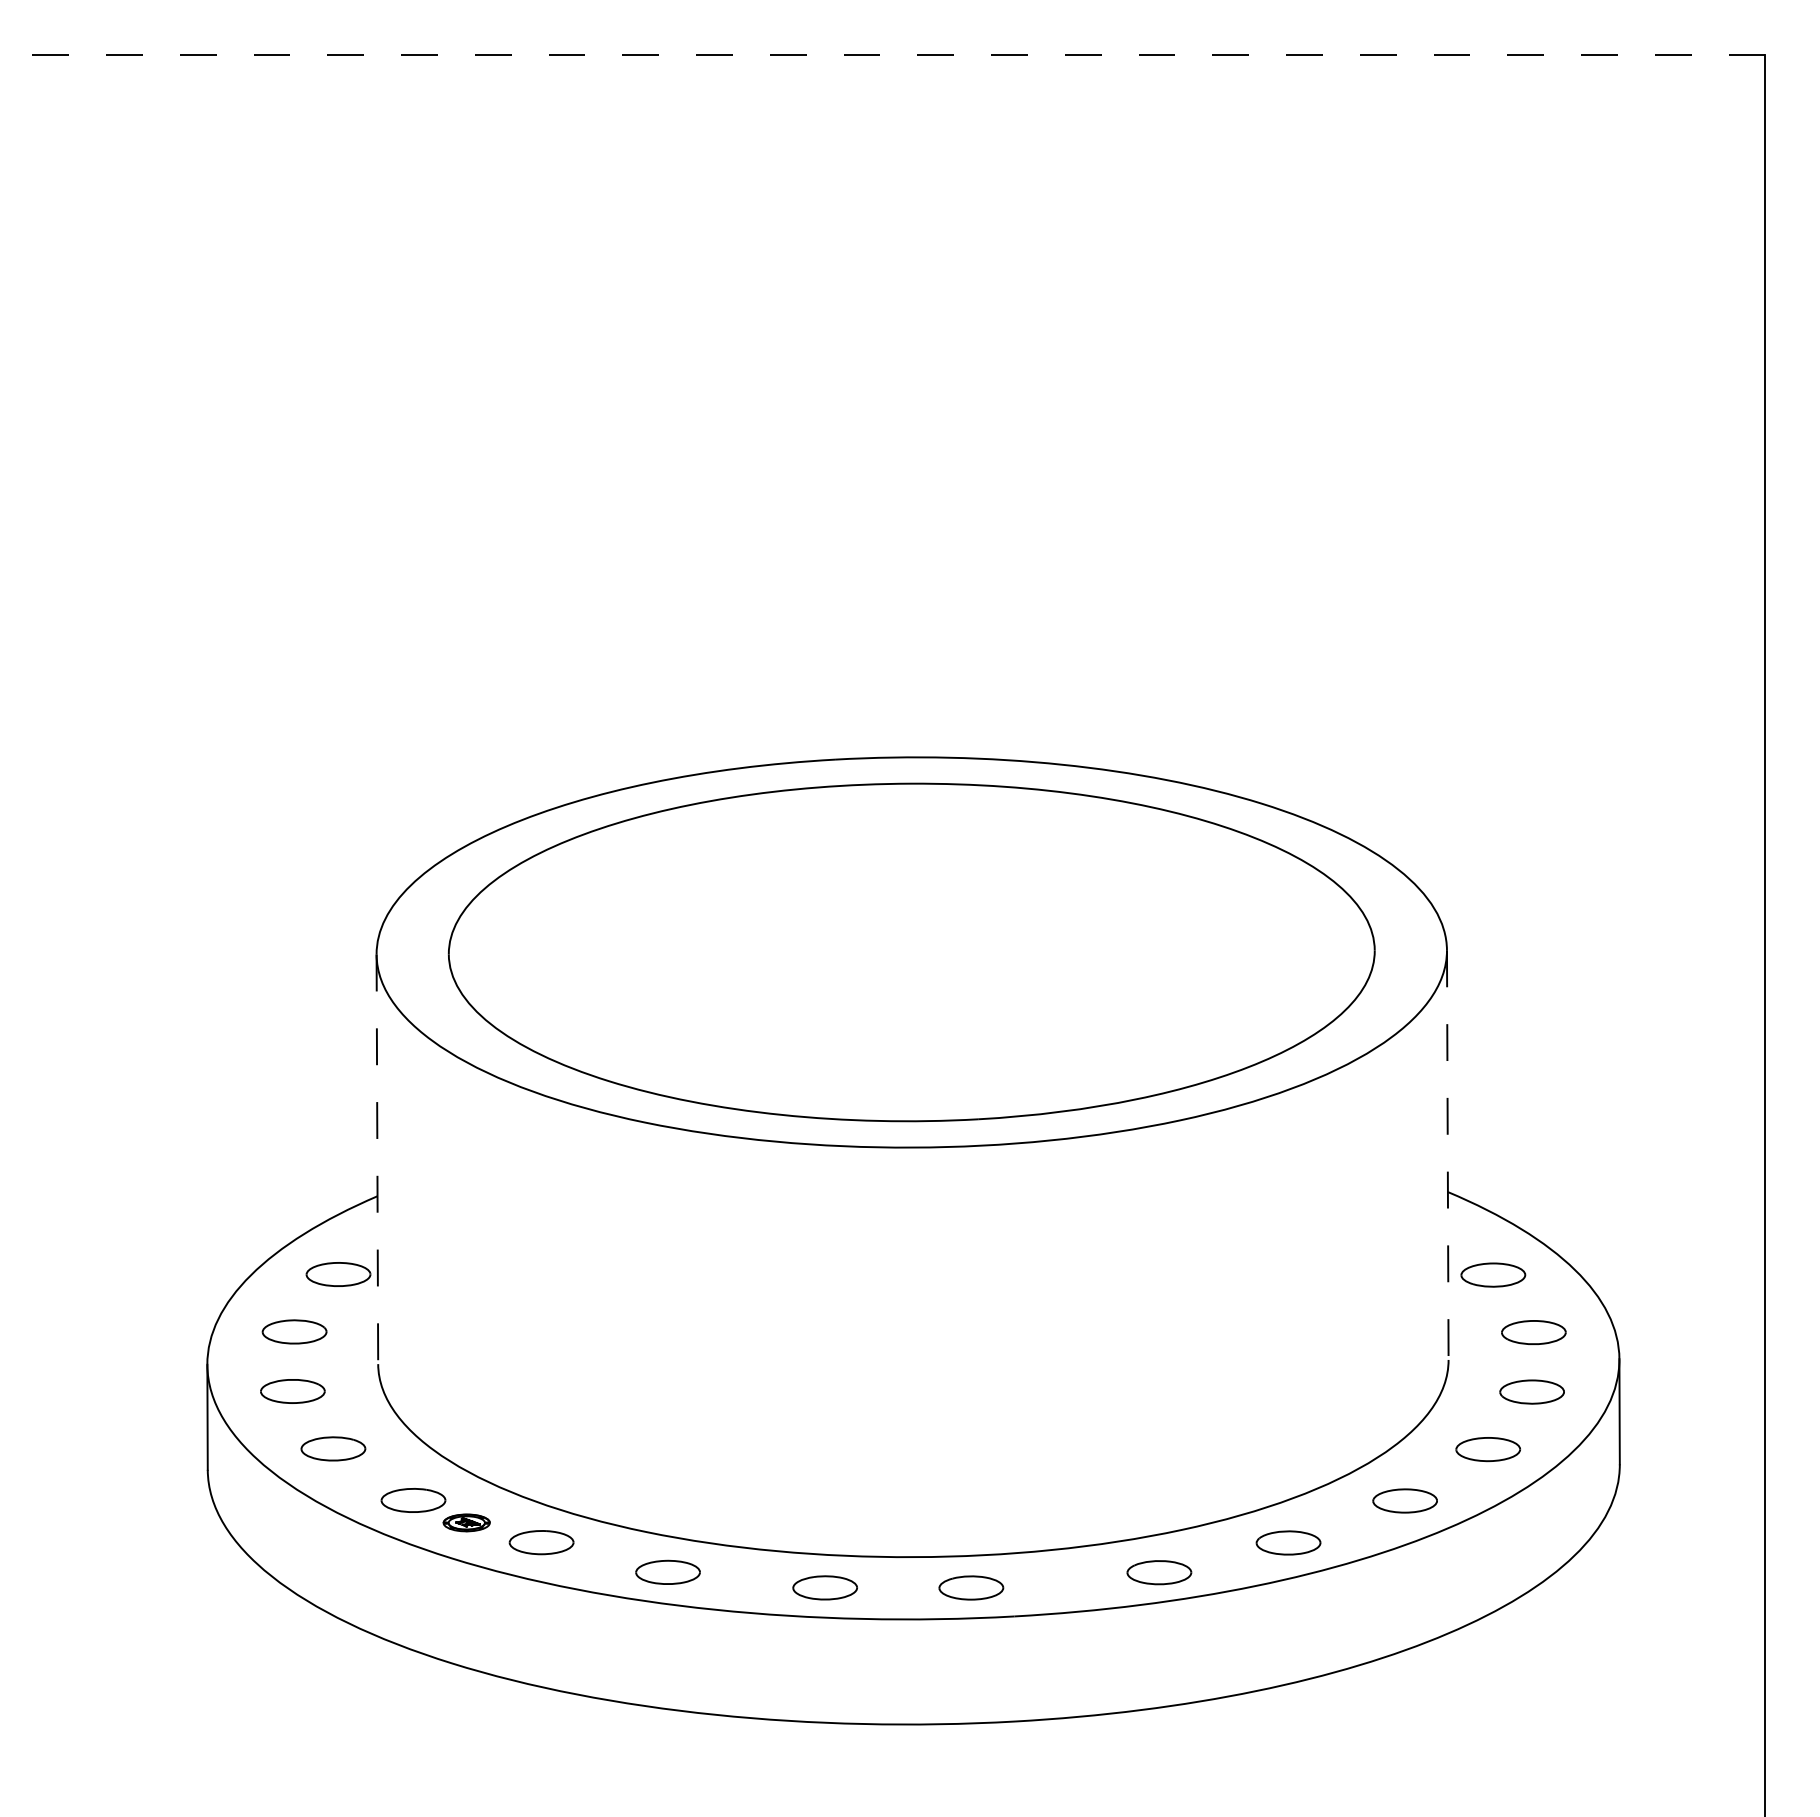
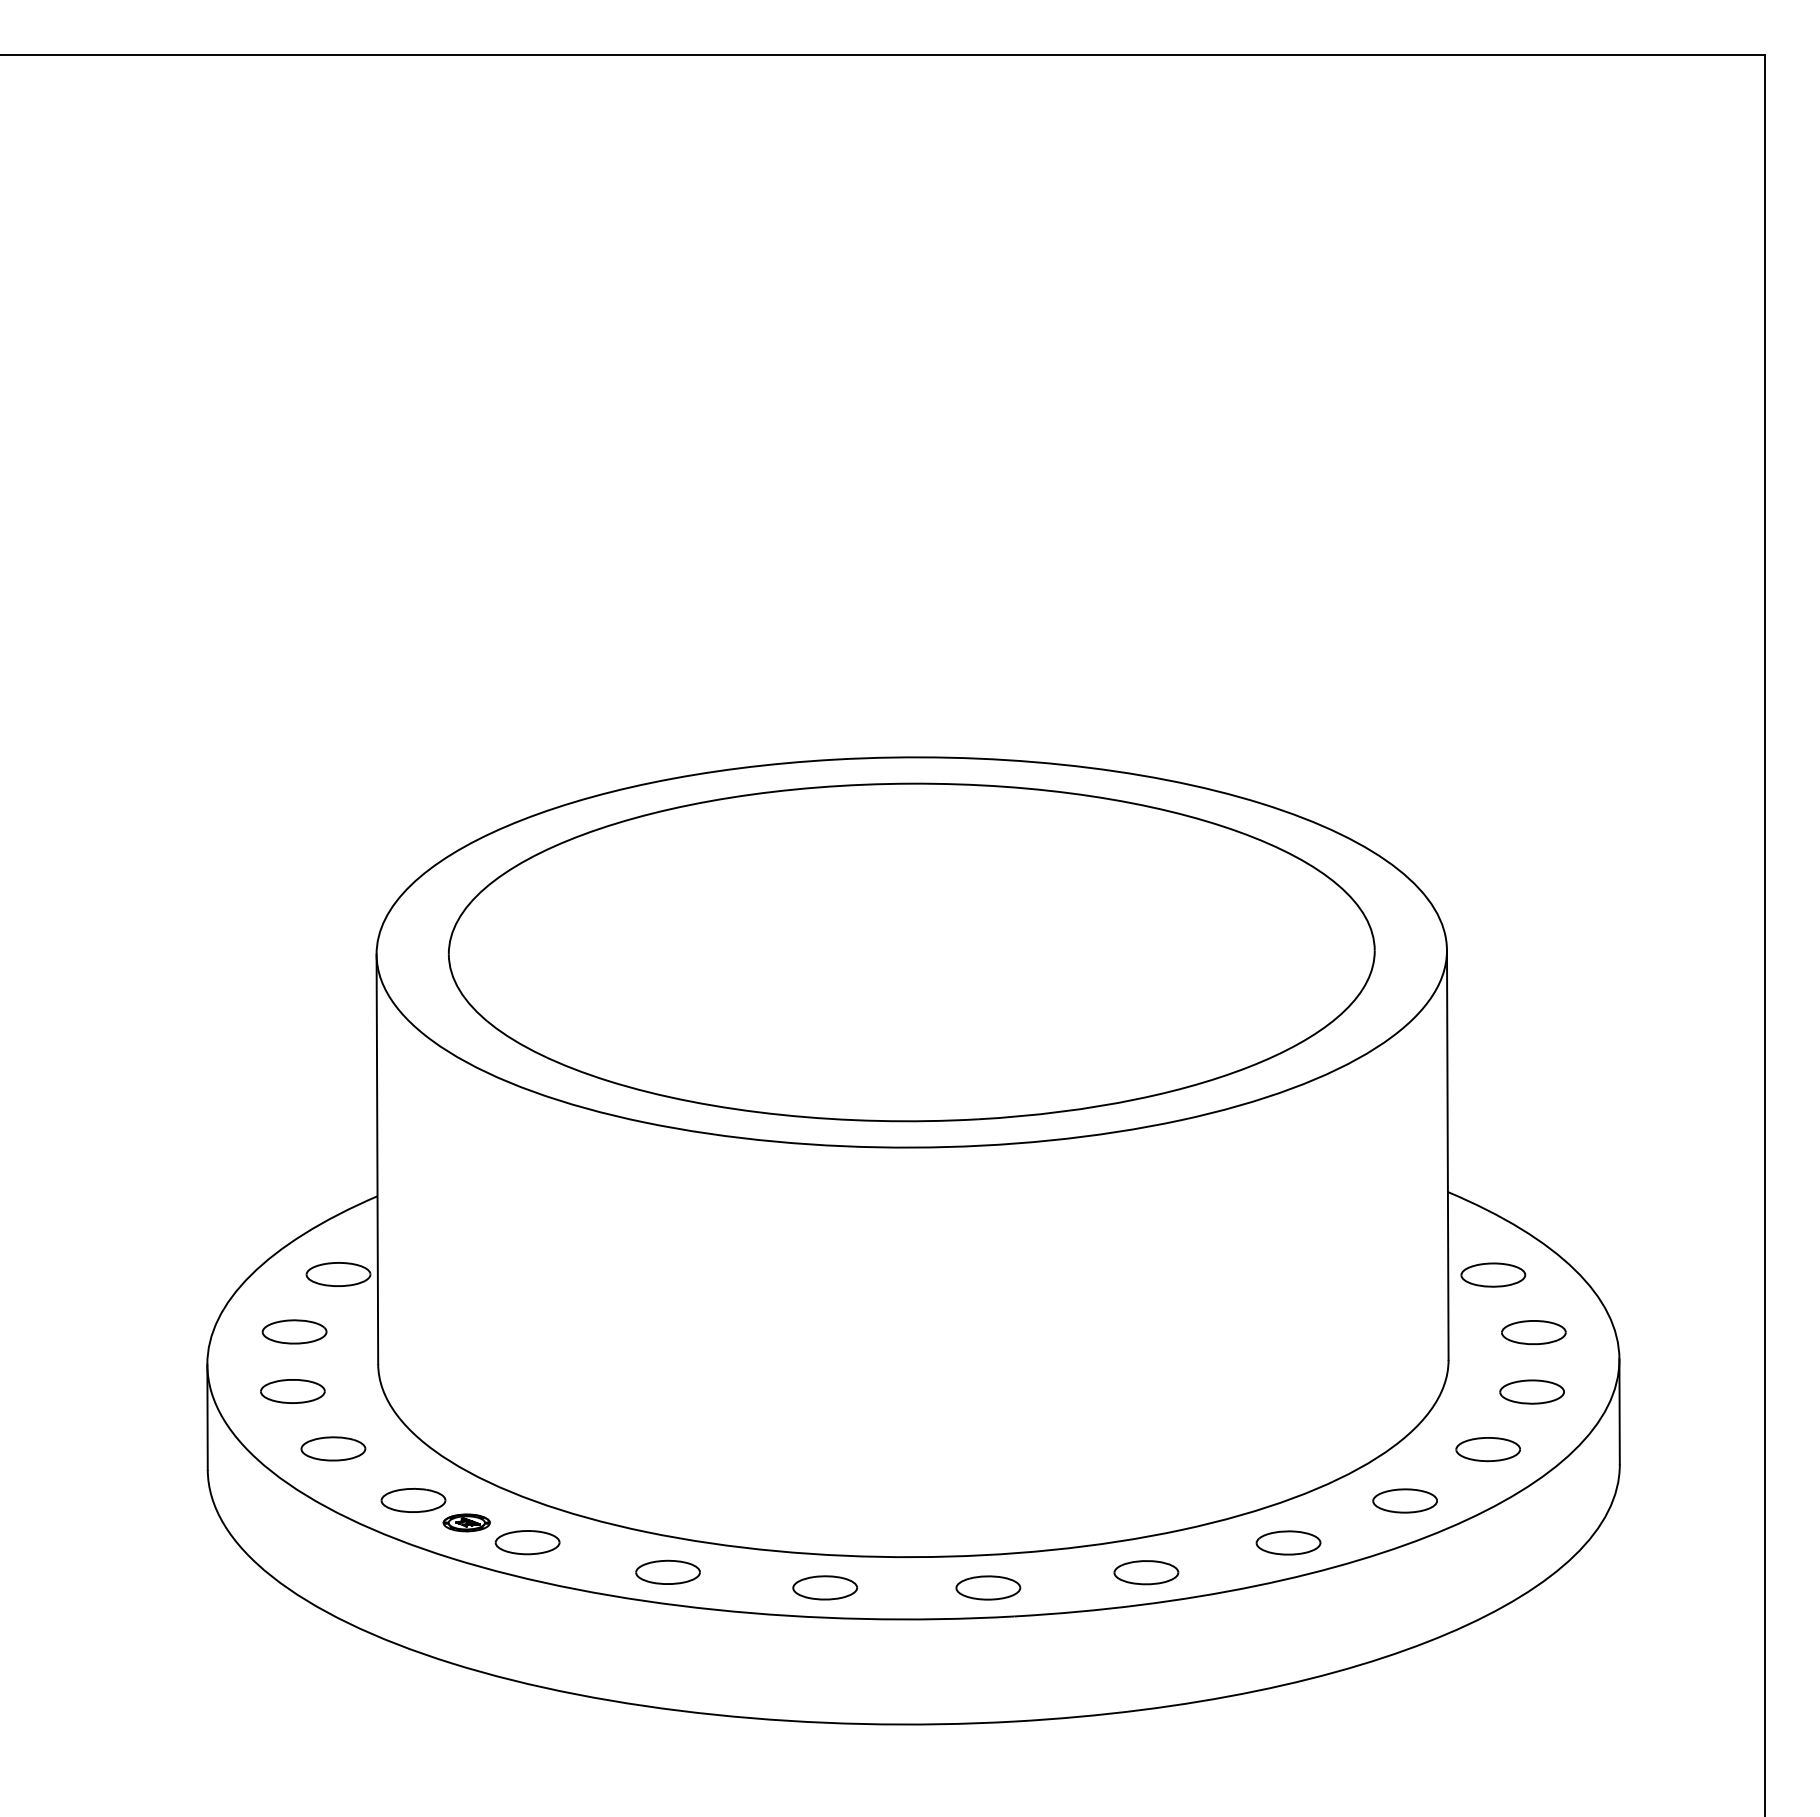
line at (883, 54): dashed -> solid
line at (1447, 1155): dashed -> solid
line at (377, 1159): dashed -> solid
part at (541, 1542) position: (541, 1542) -> (527, 1542)
part at (1159, 1572) position: (1159, 1572) -> (1146, 1572)
part at (971, 1587) position: (971, 1587) -> (988, 1587)
